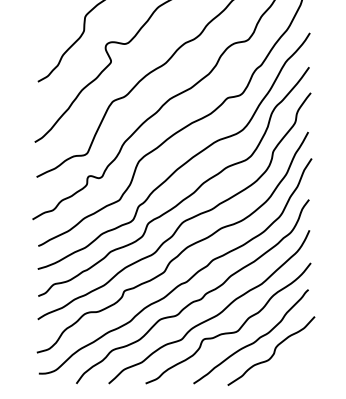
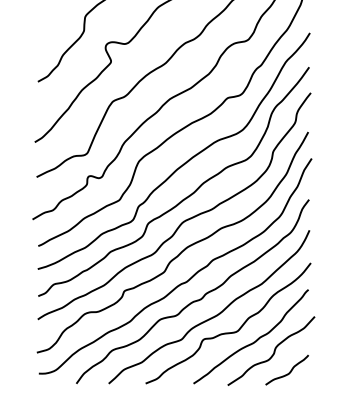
curve at (289, 371): none -> present
